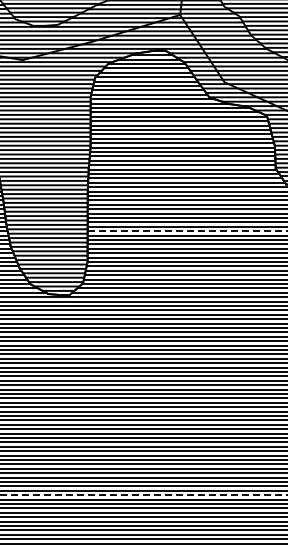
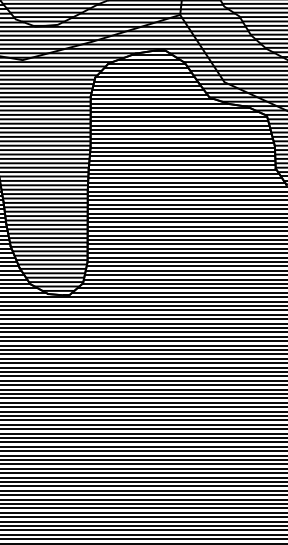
line at (187, 231): dashed -> solid
line at (144, 495): dashed -> solid
